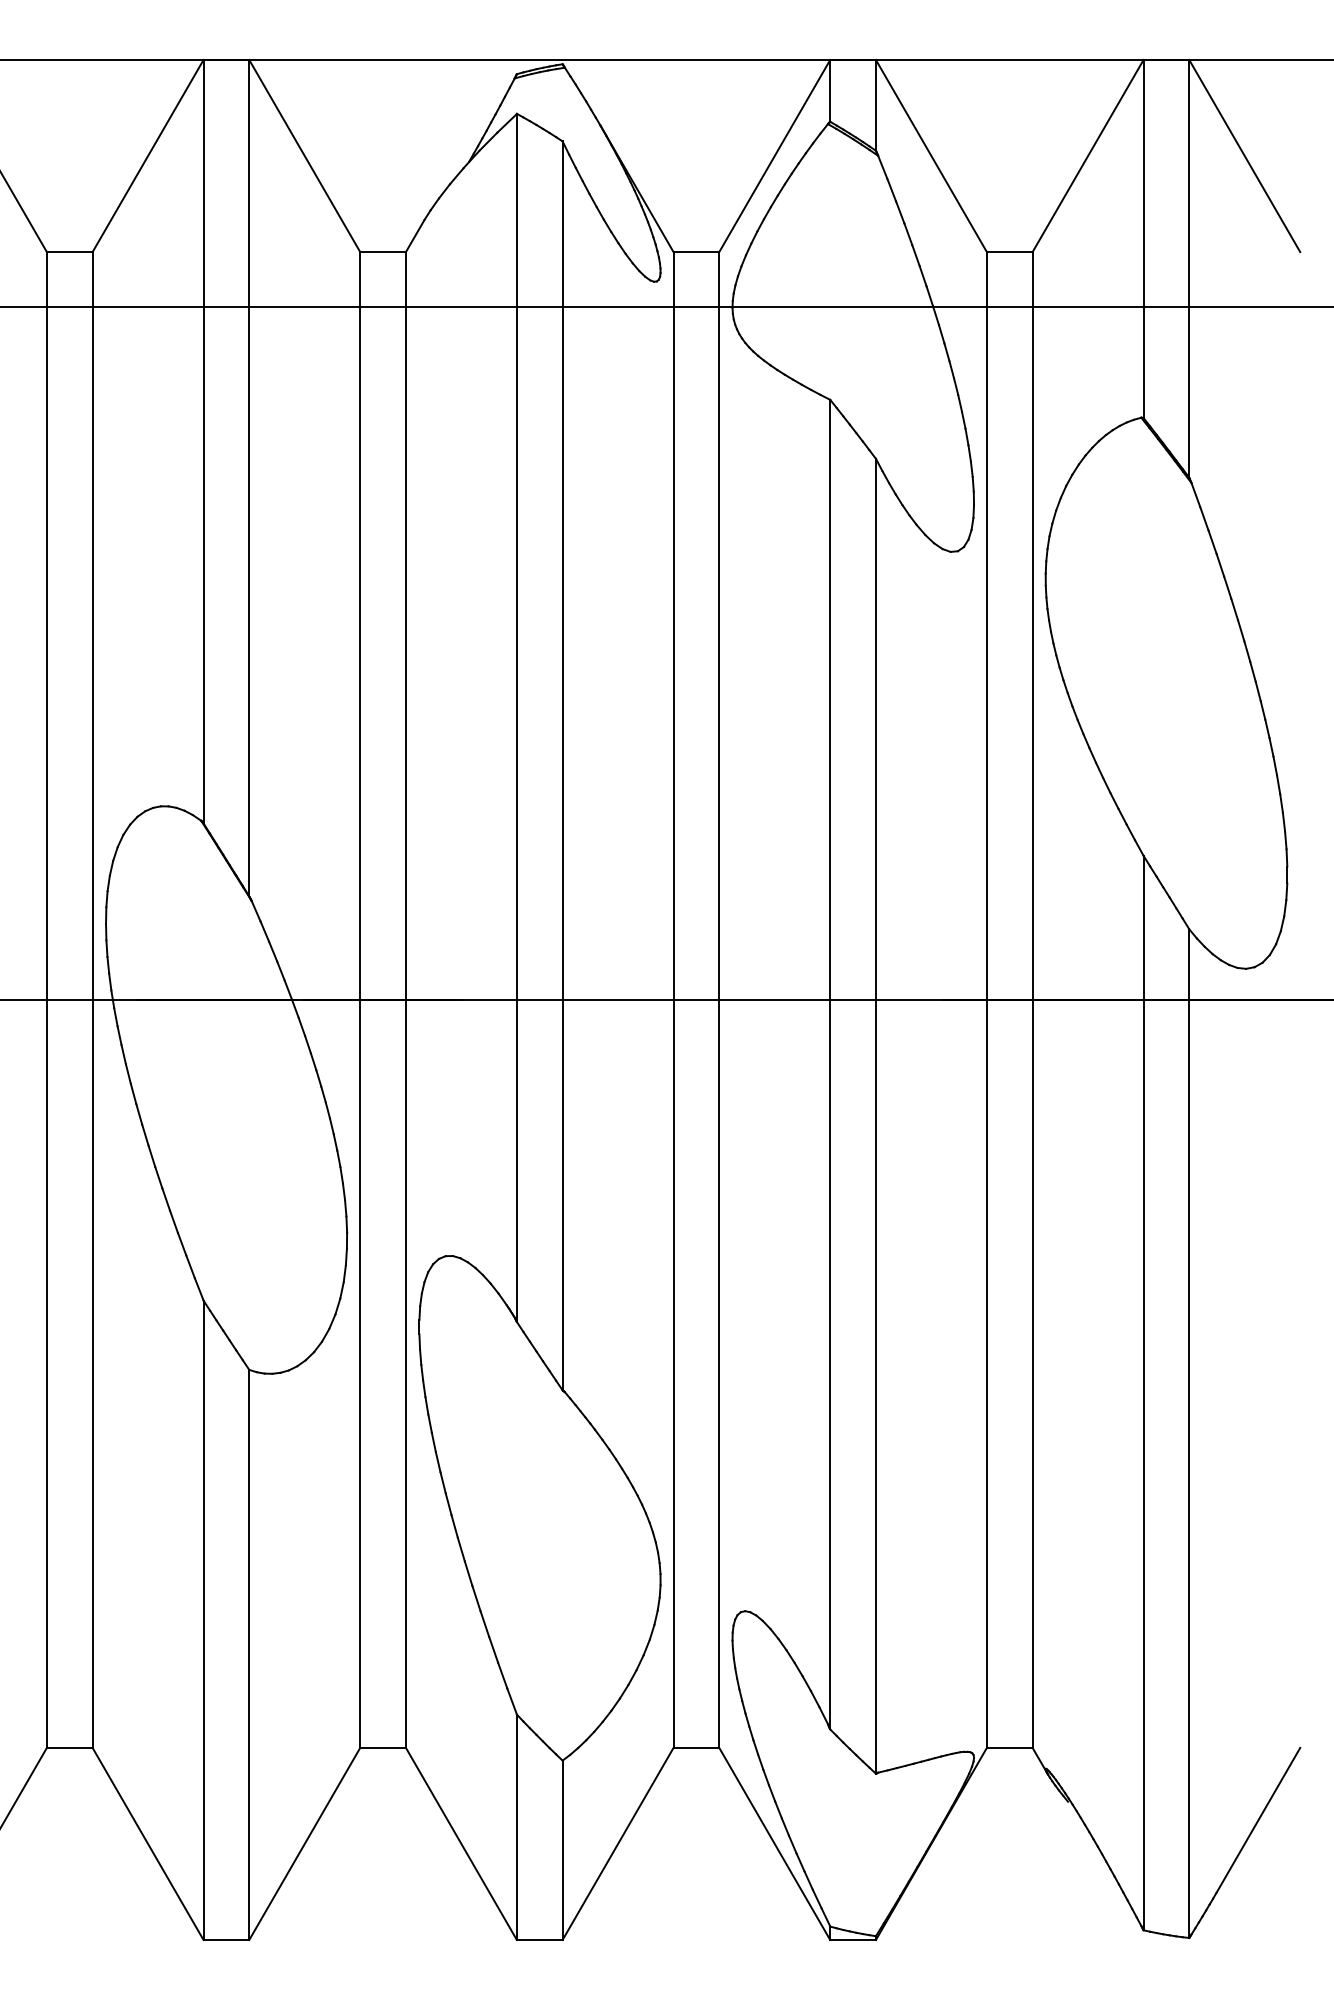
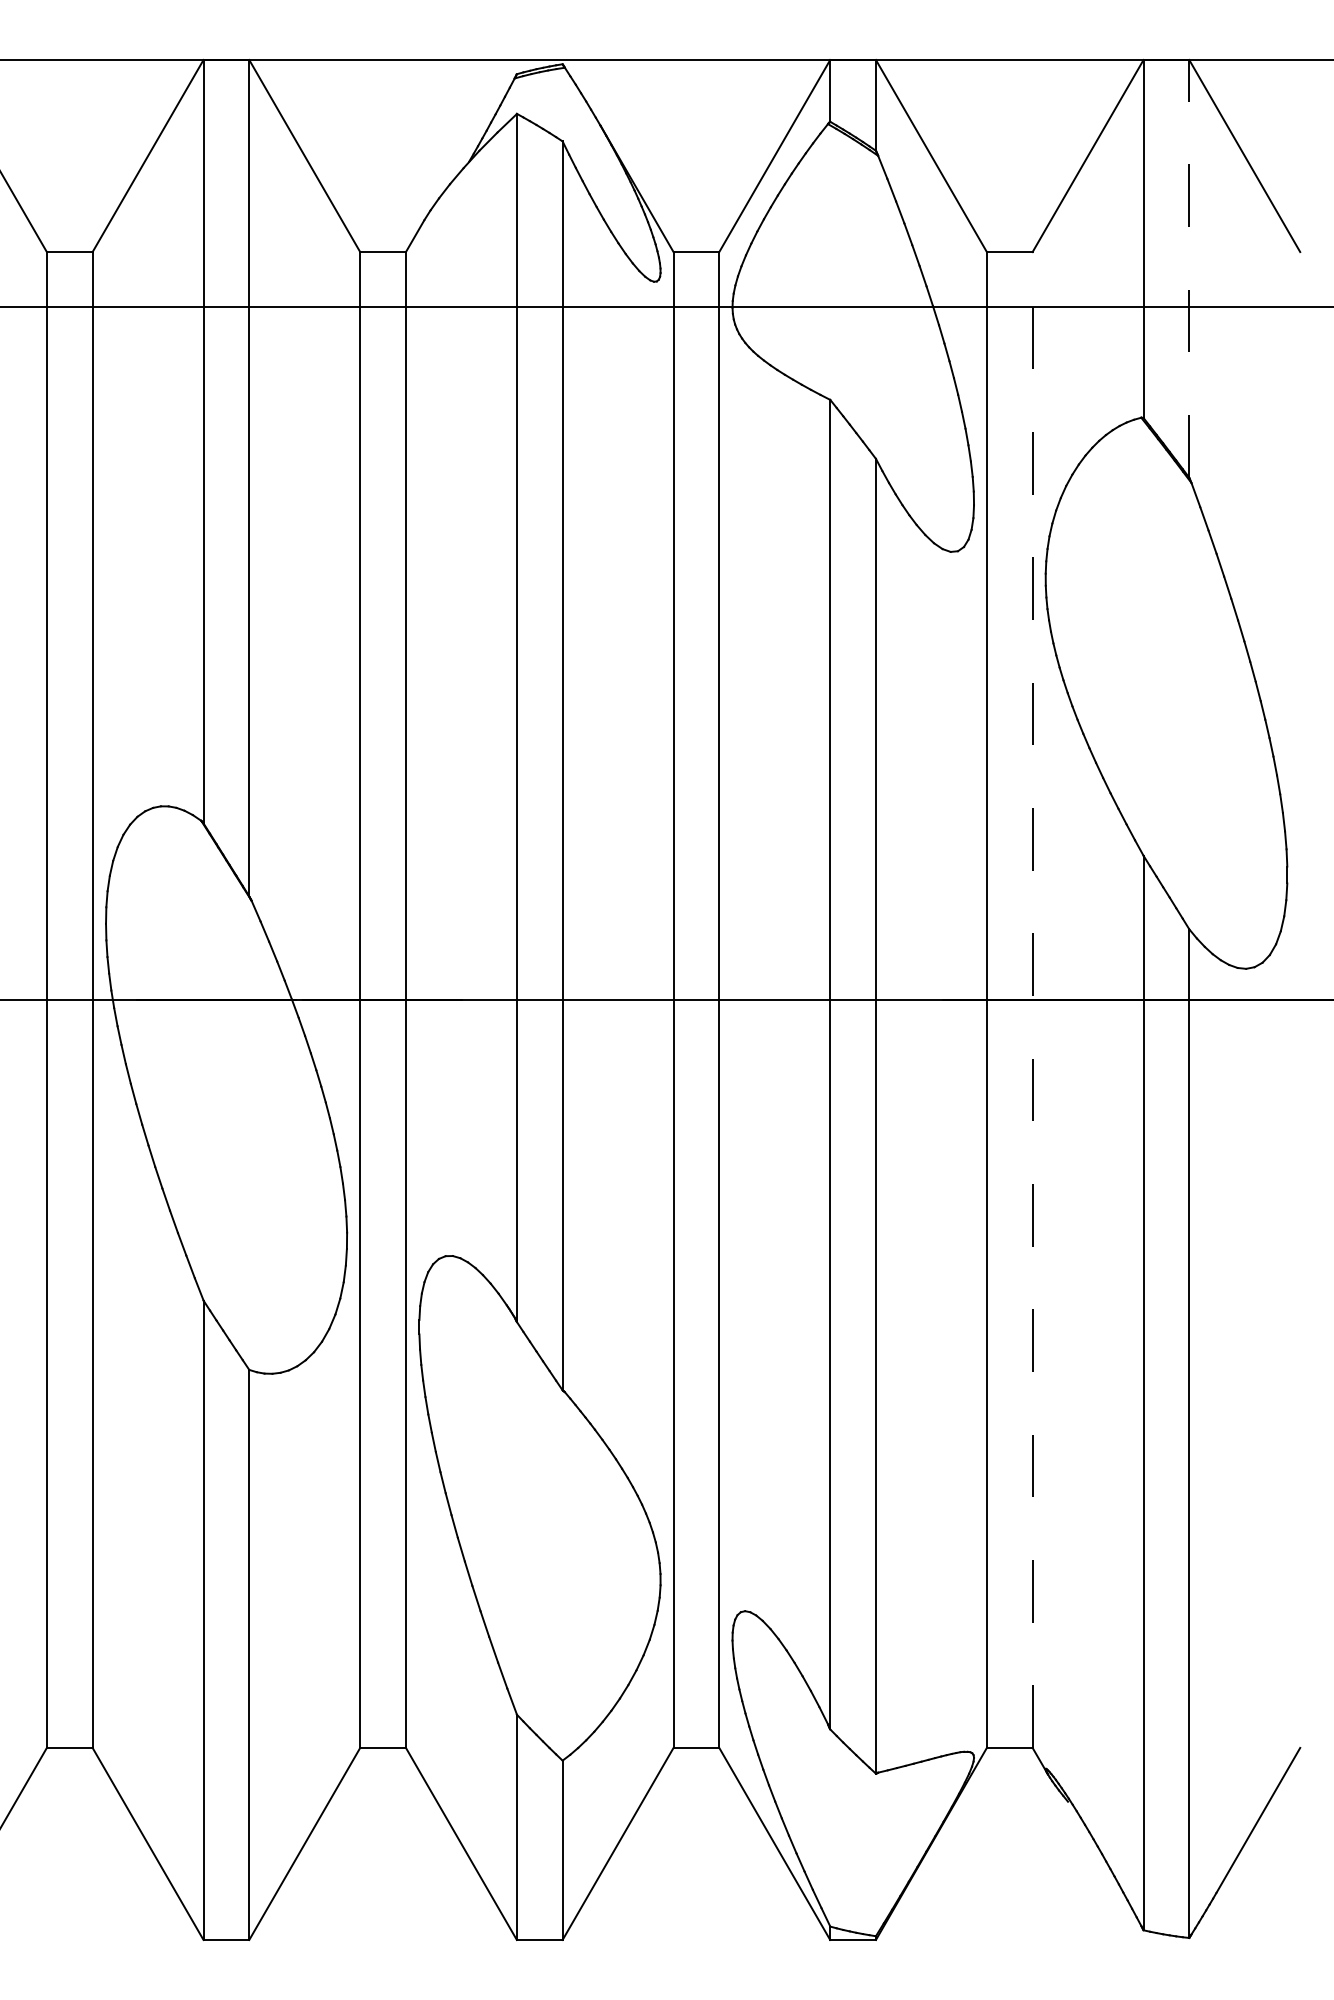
line at (1189, 268): solid -> dashed
line at (1032, 999): solid -> dashed
